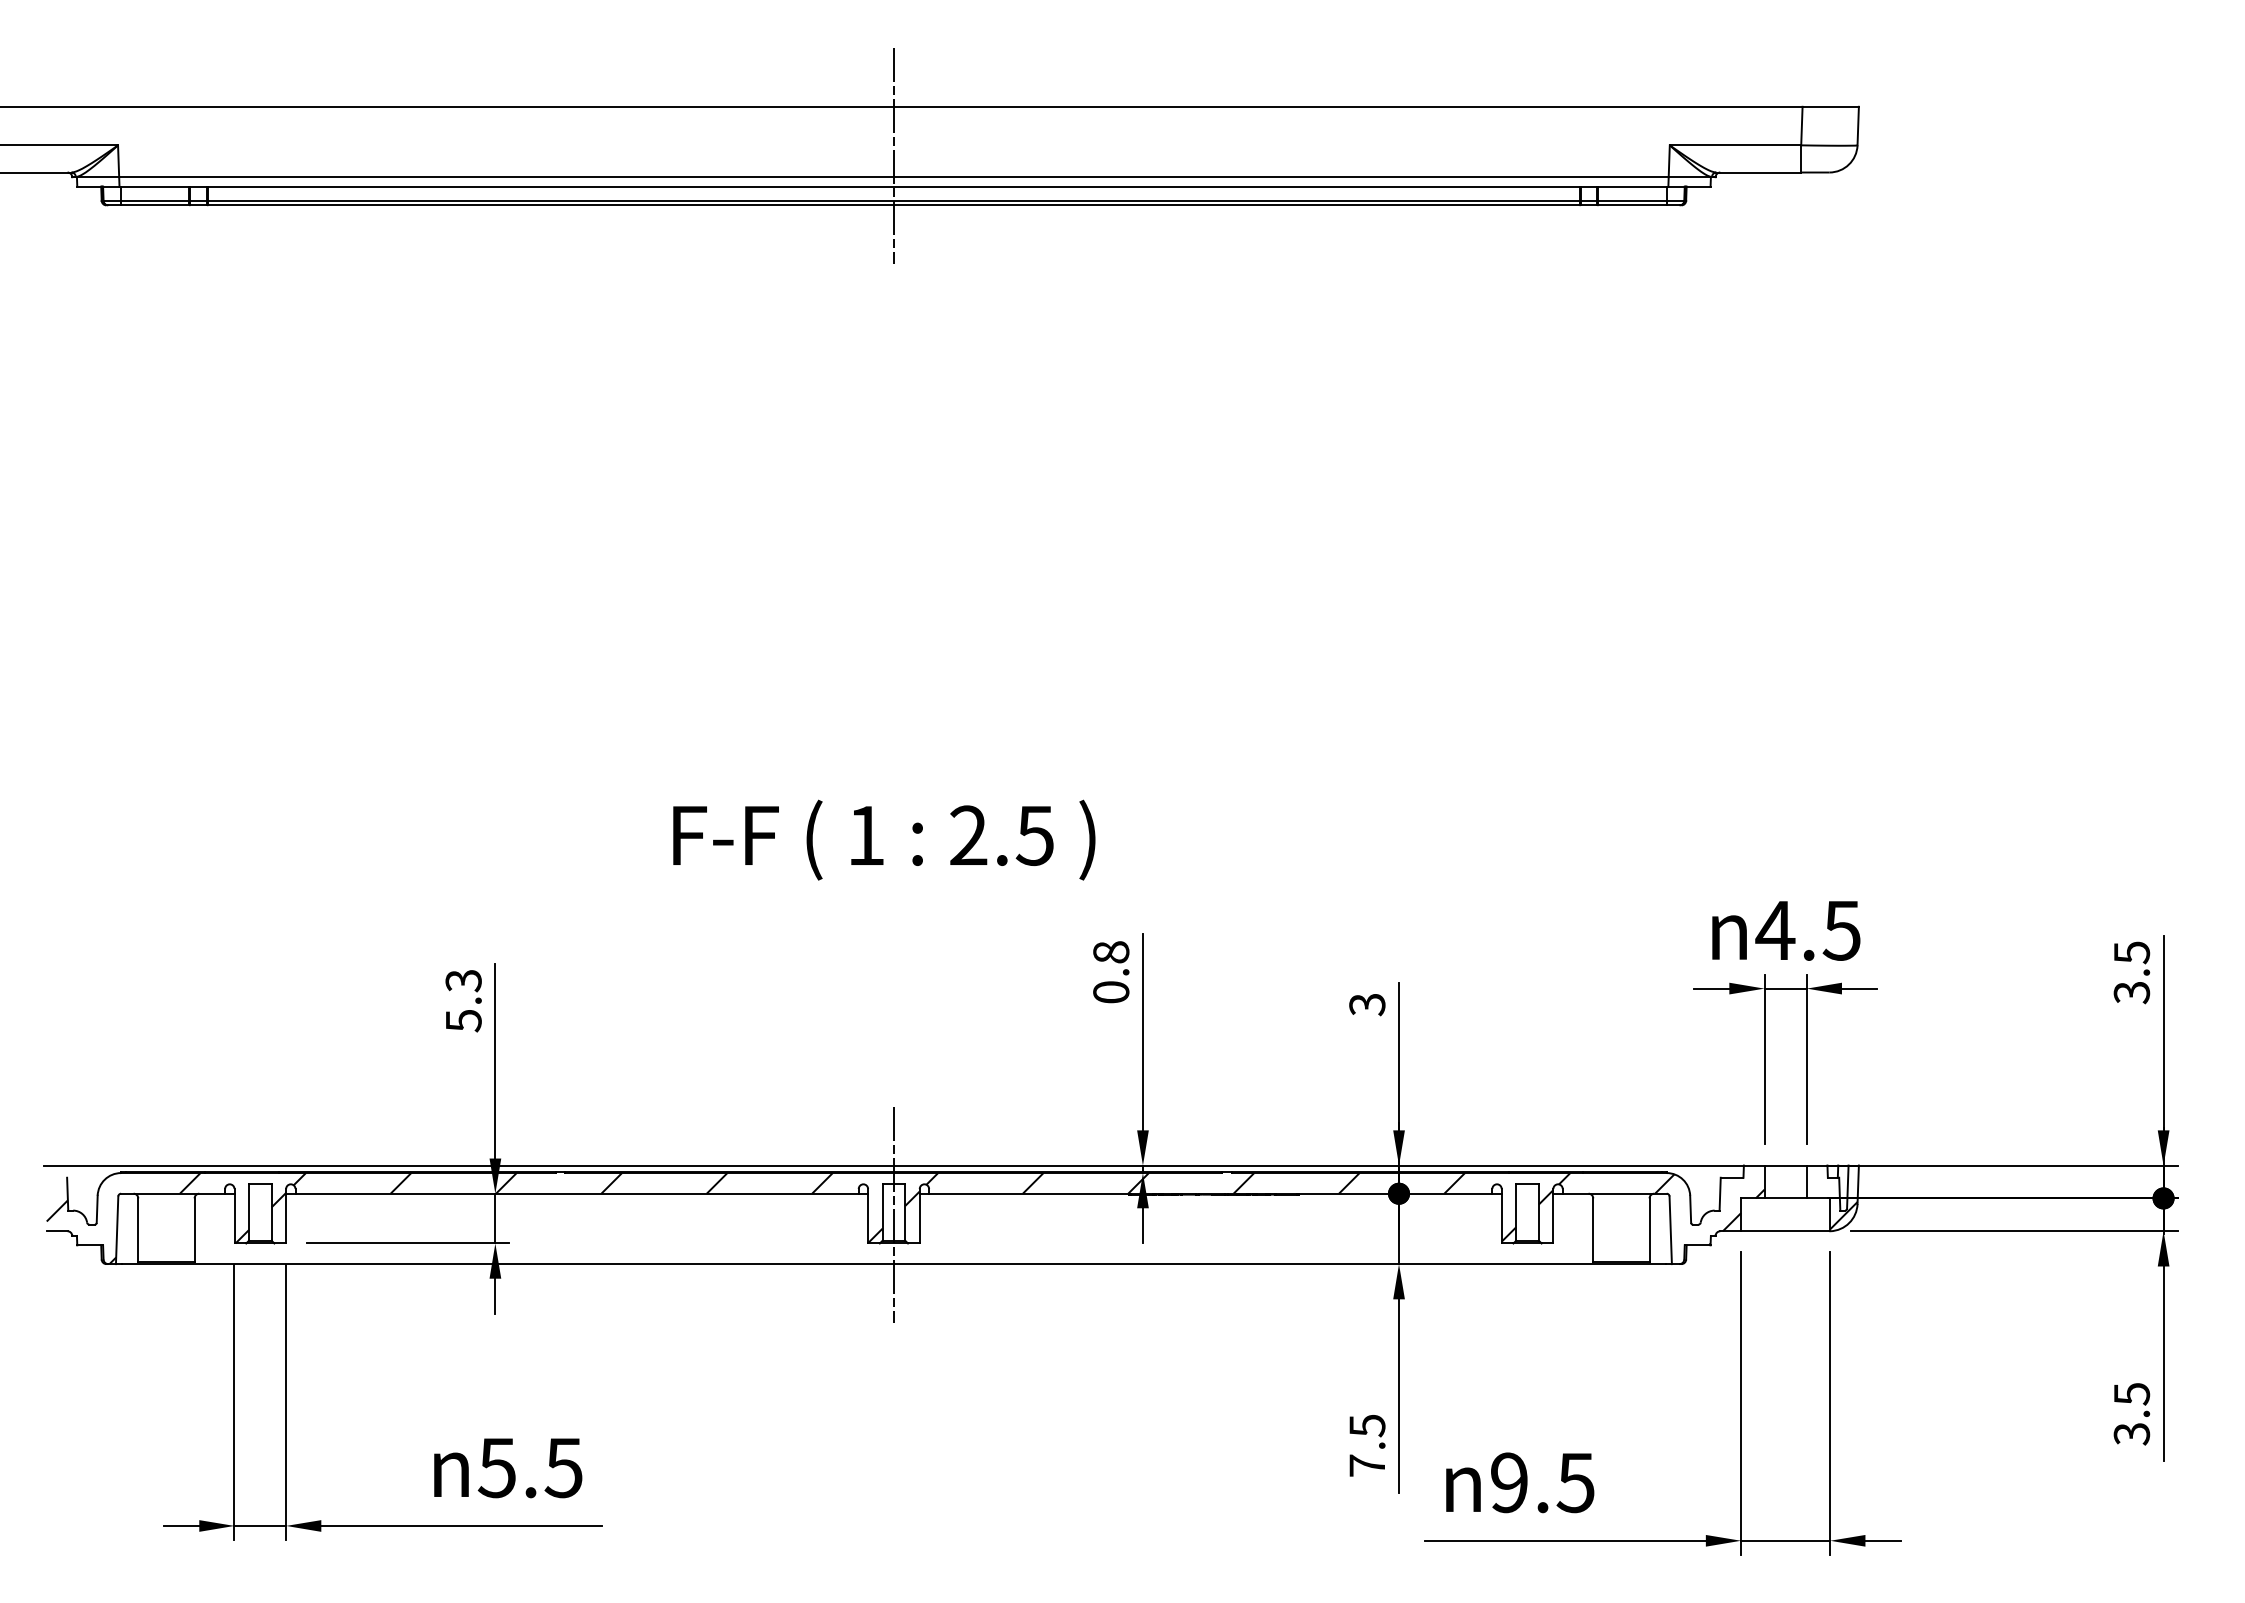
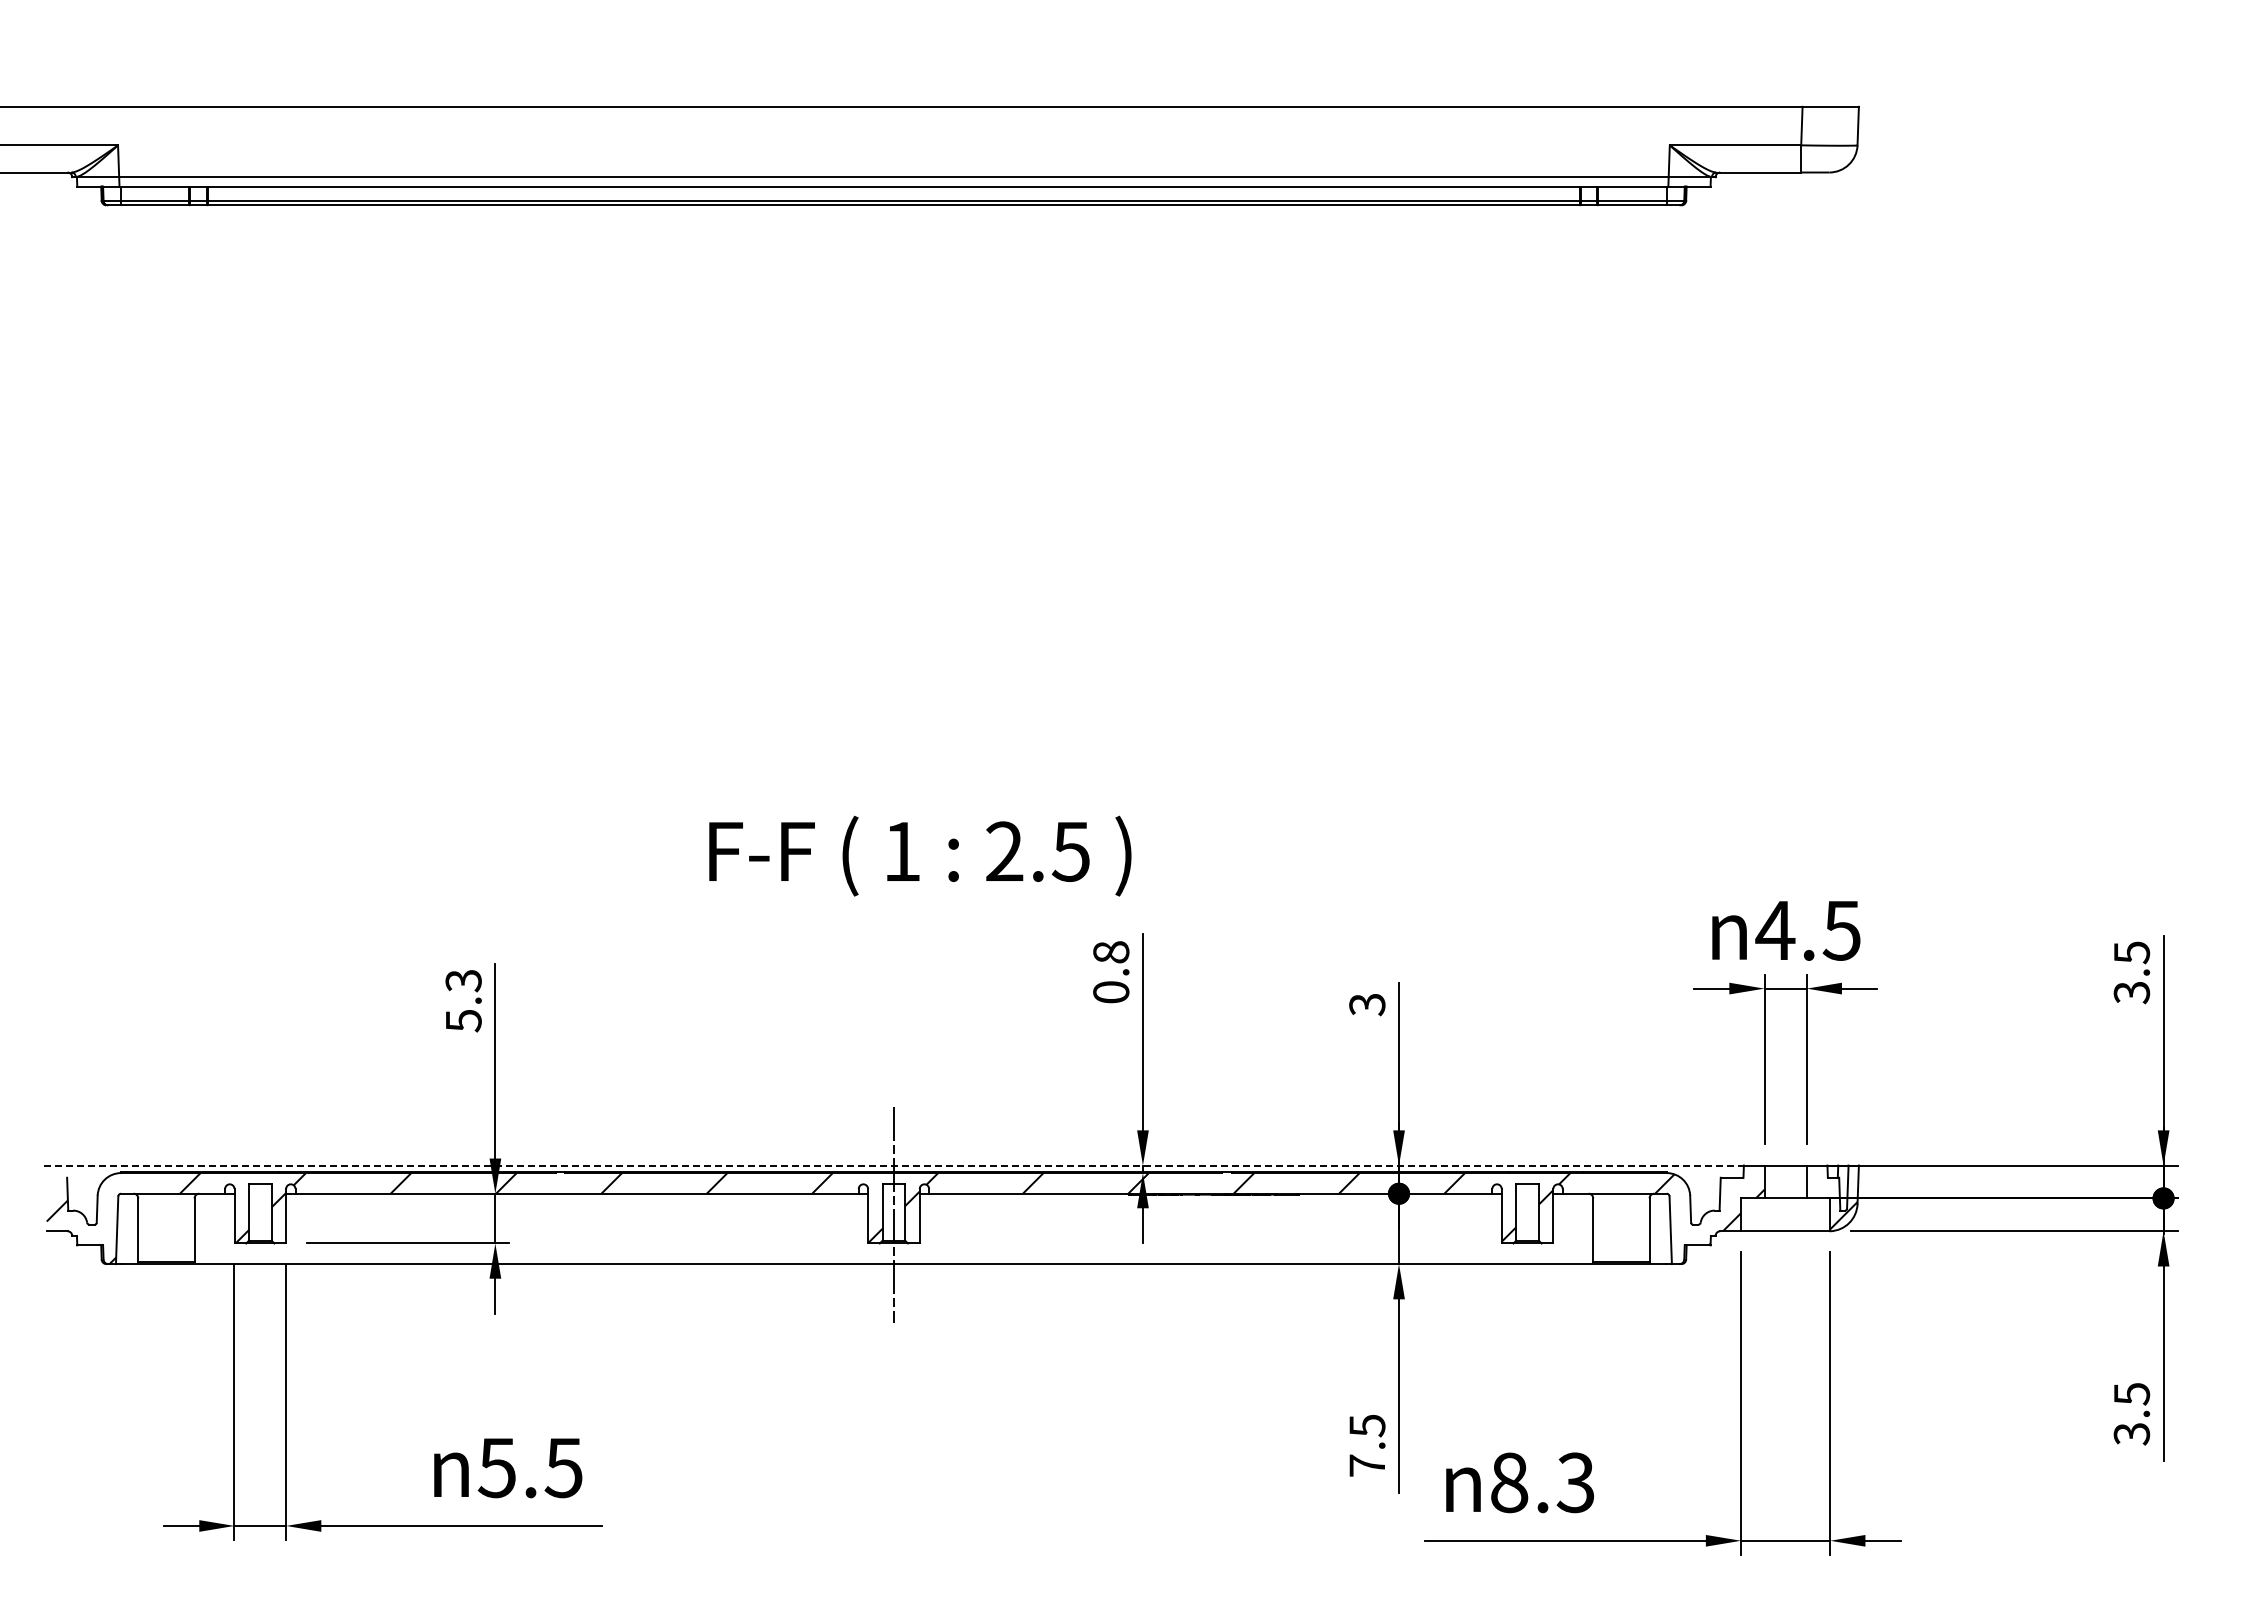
line at (893, 156): present -> none
text at (884, 839) position: (884, 839) -> (920, 855)
line at (893, 1165): solid -> dashed
text at (1542, 1482): 9.5 -> 8.3
